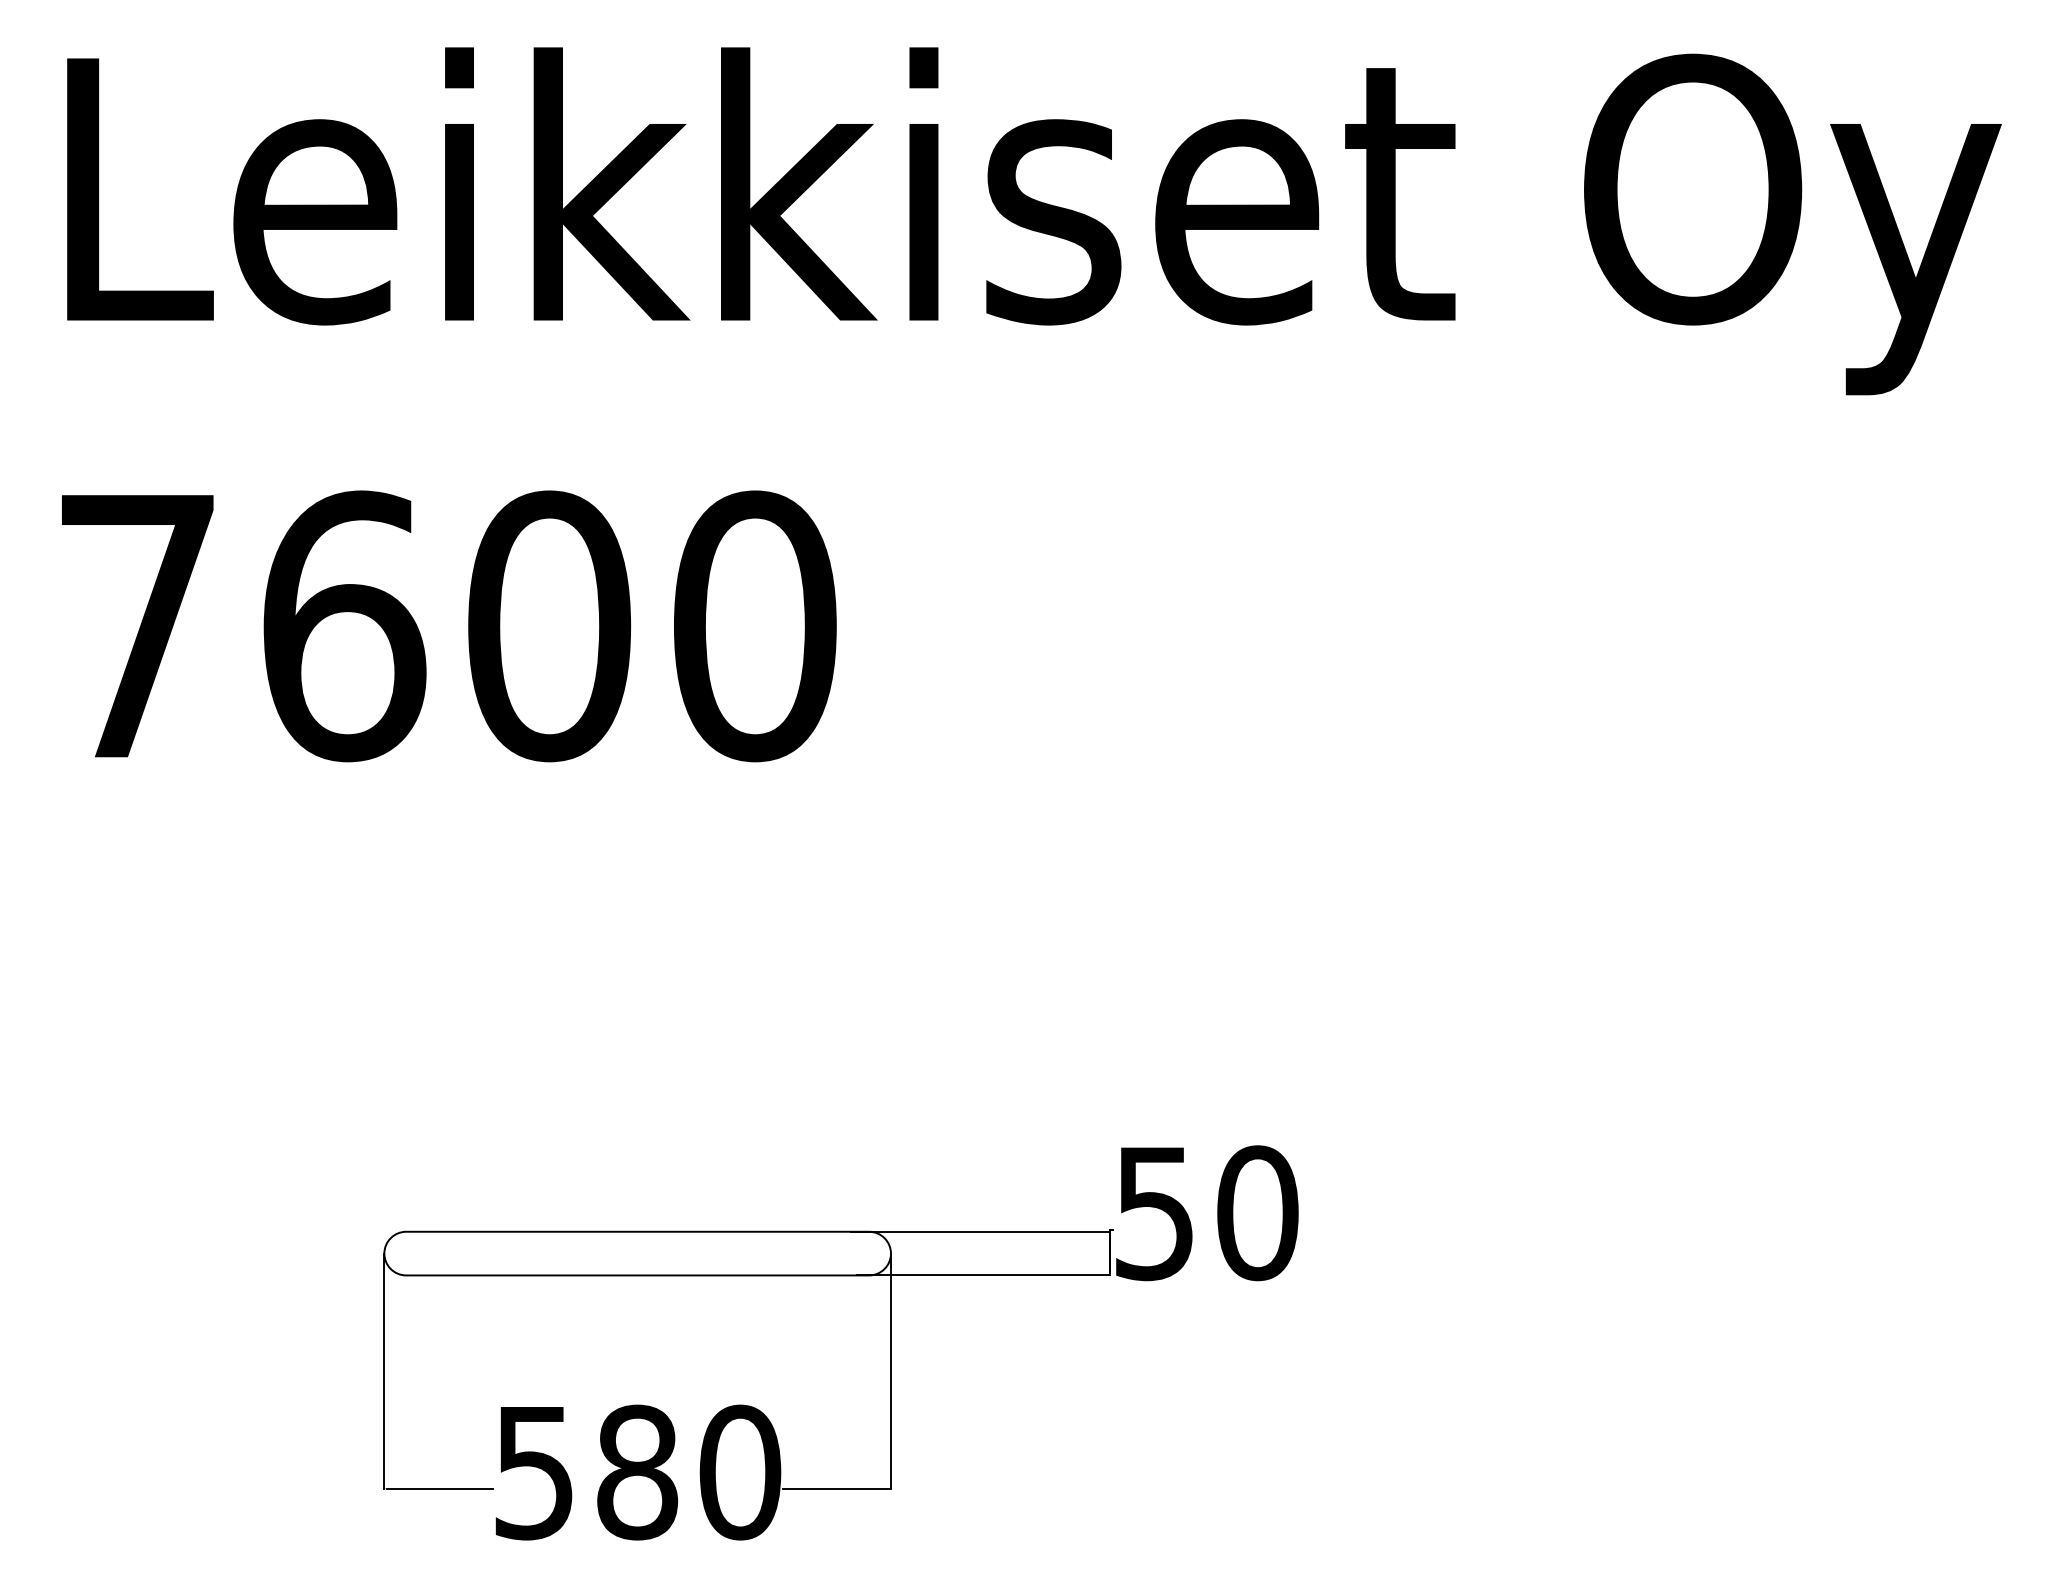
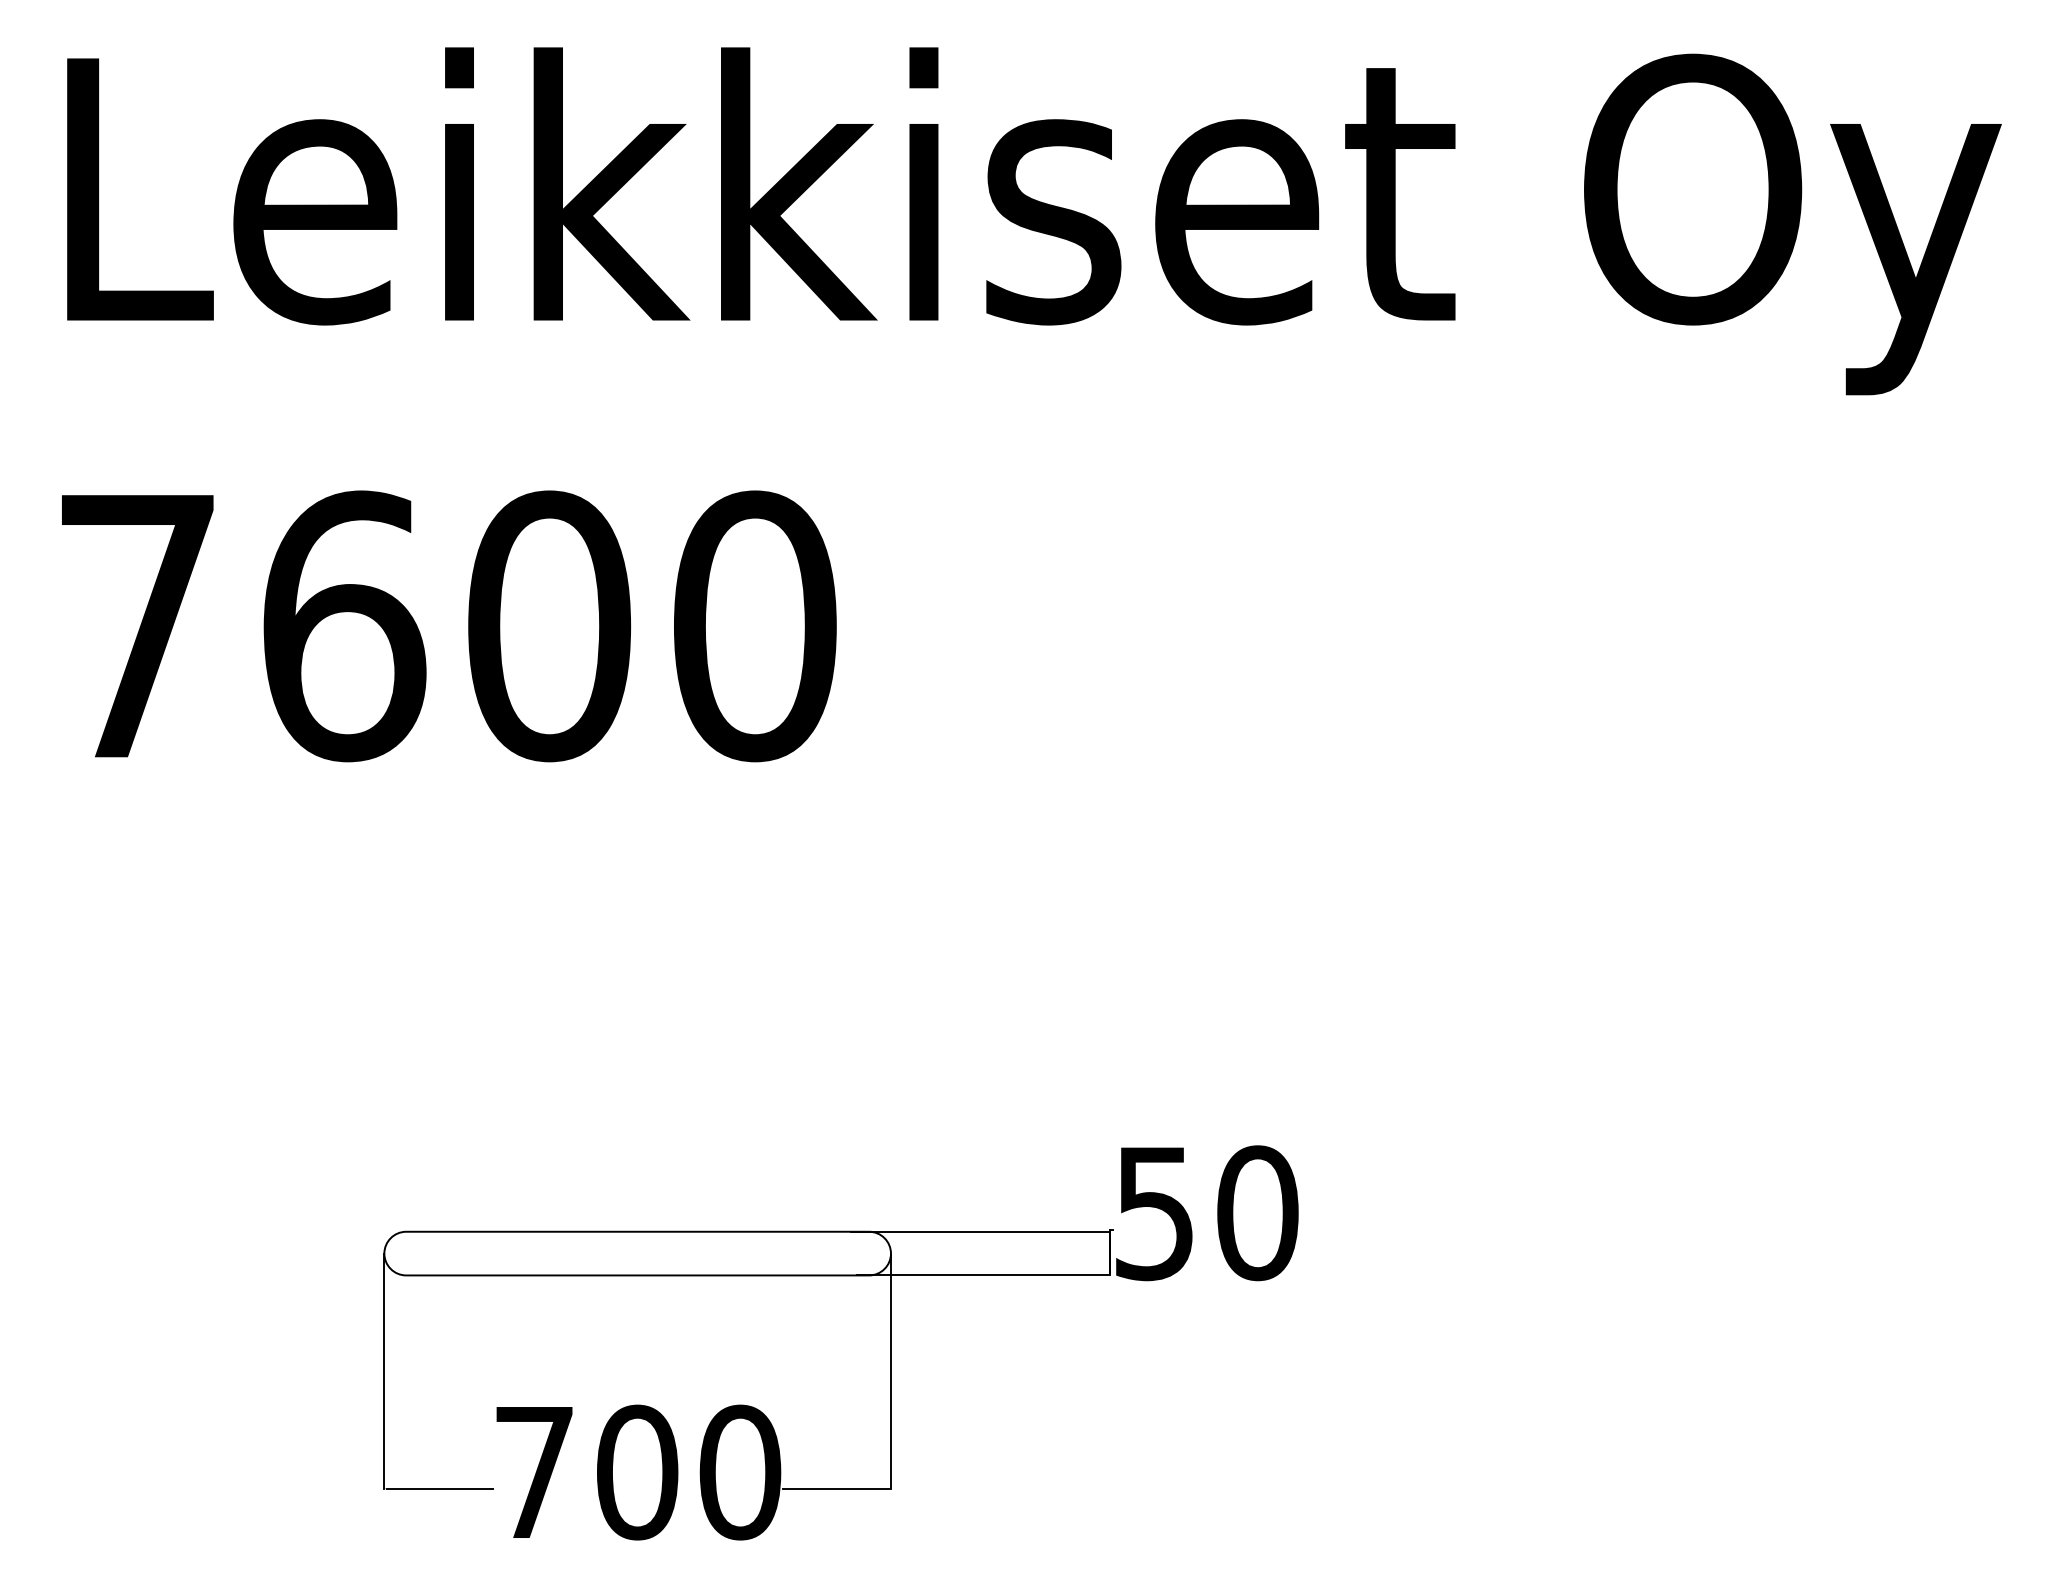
text at (586, 1472): 580 -> 700
